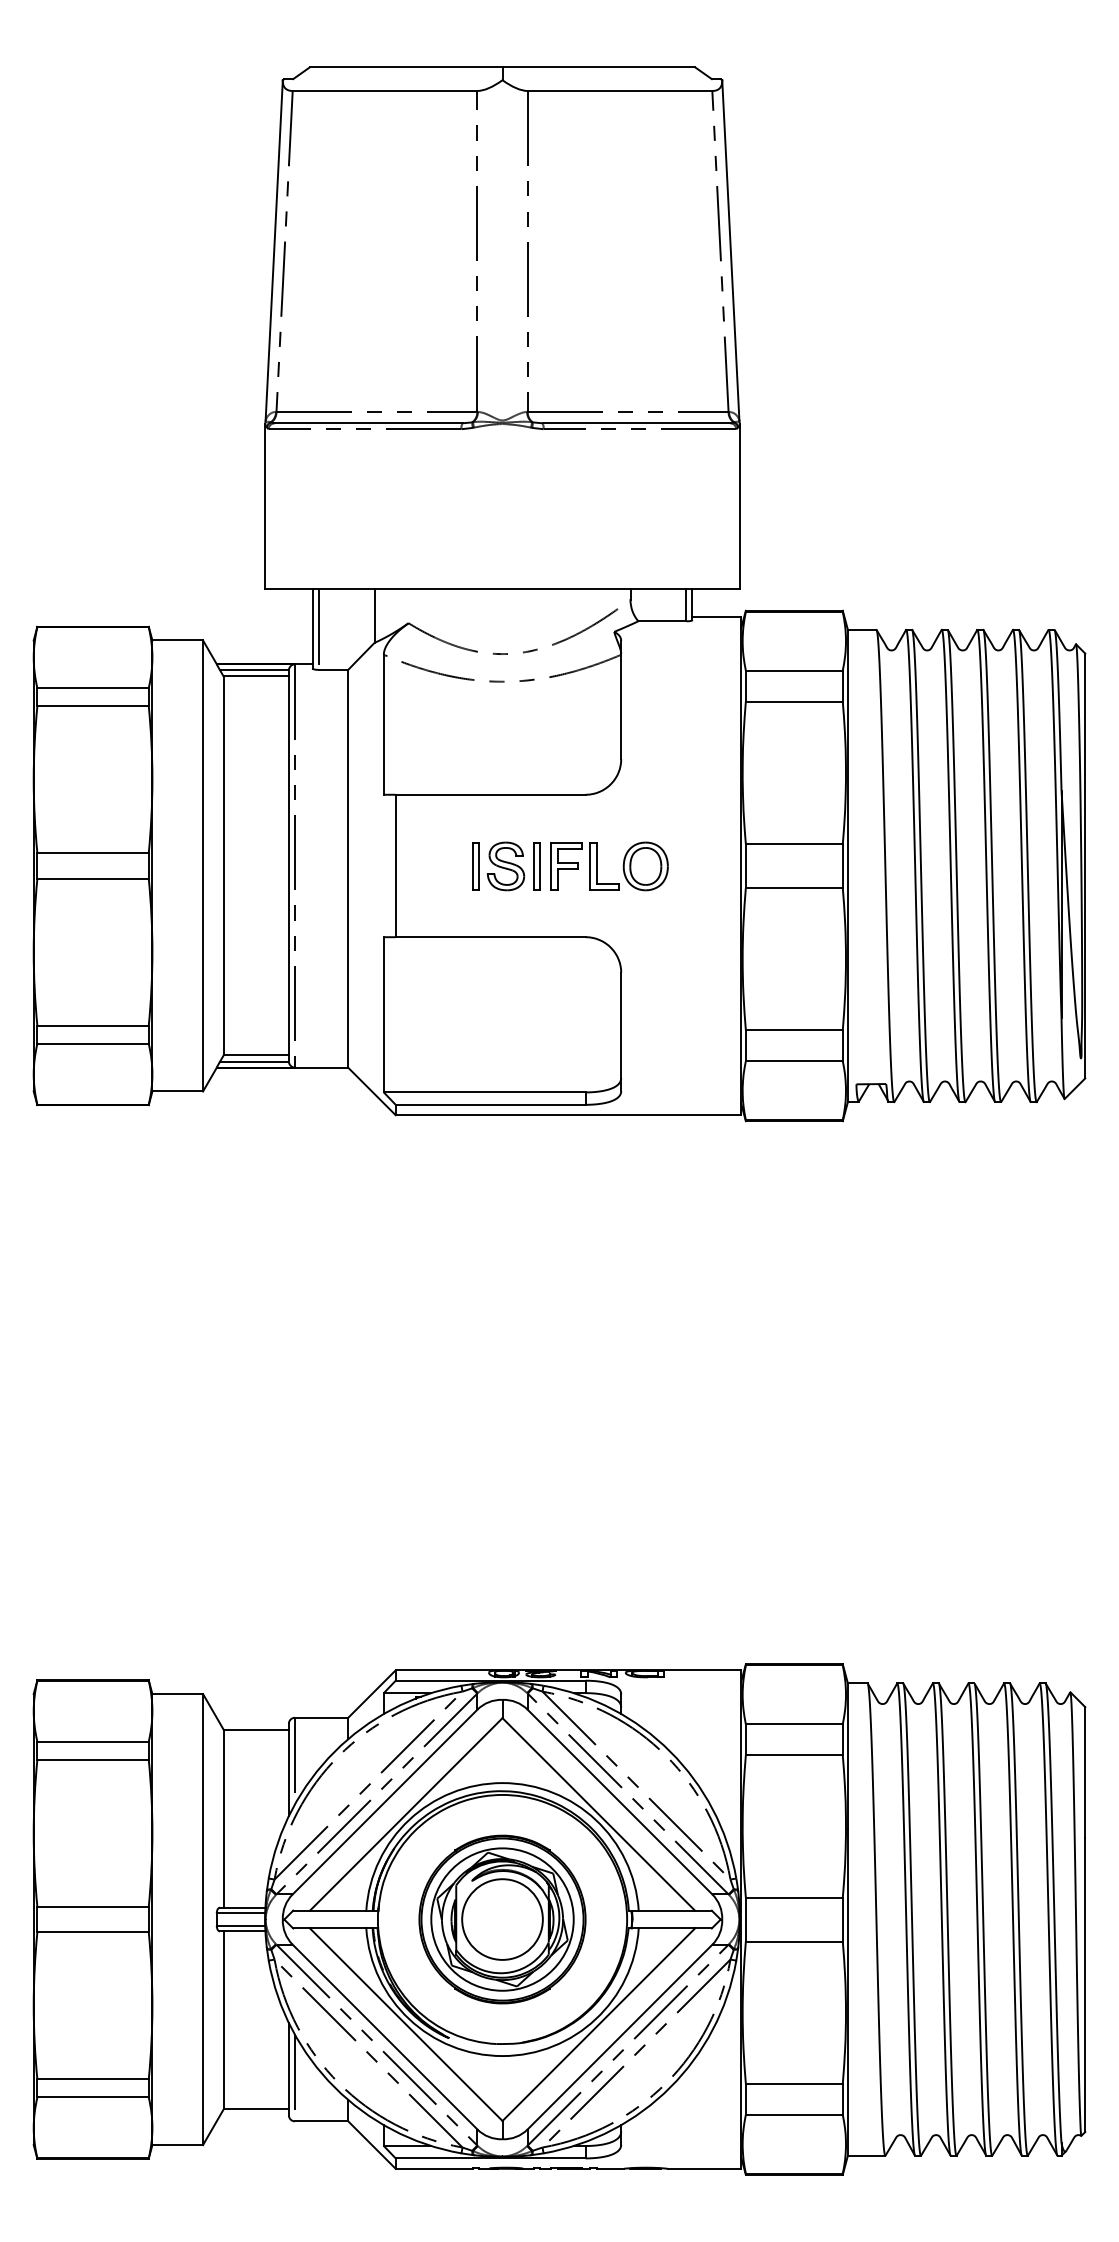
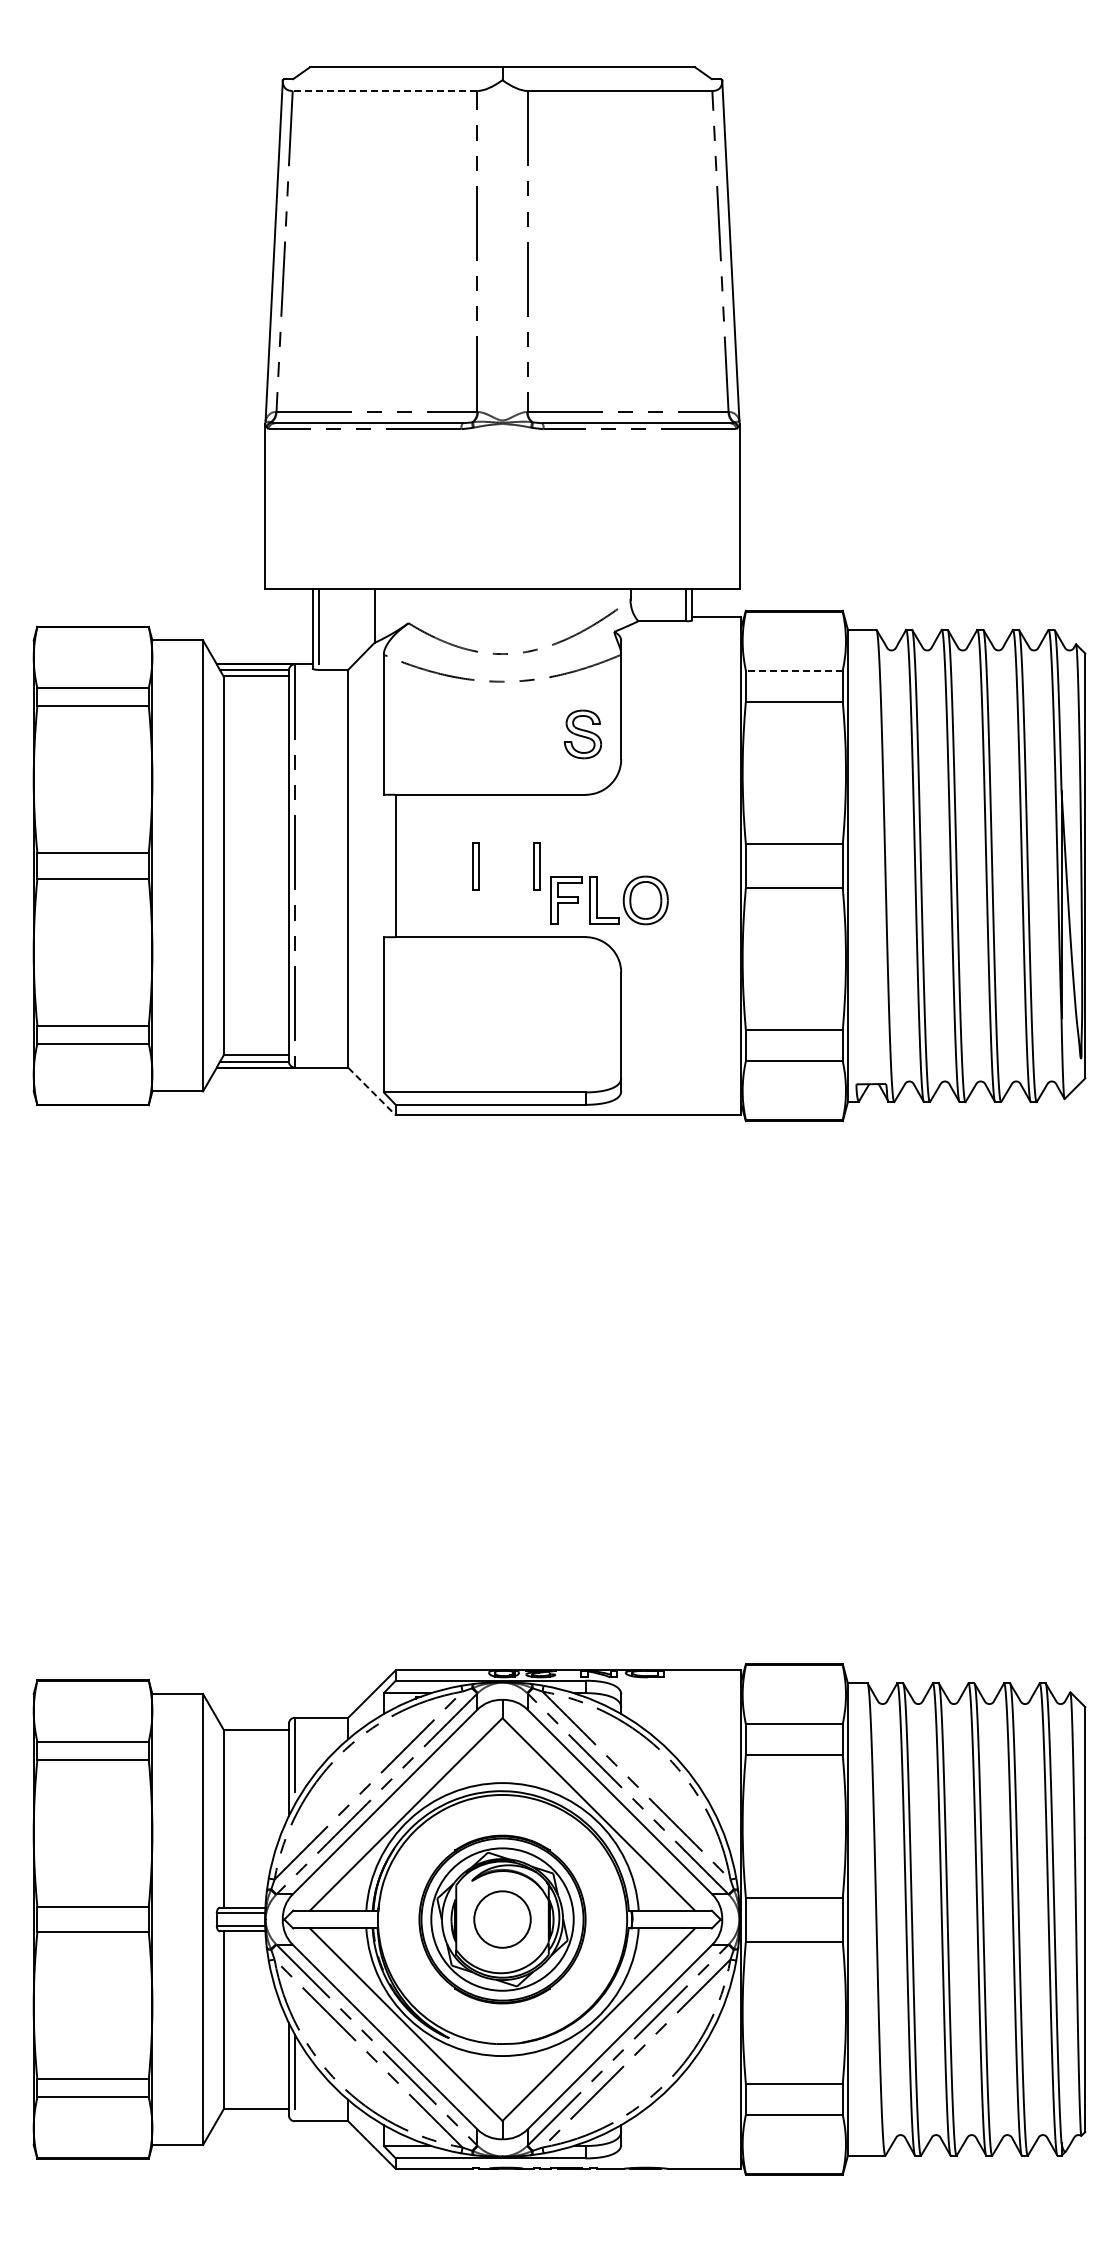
line at (384, 90): solid -> dashed
line at (793, 670): solid -> dashed
part at (506, 866) position: (506, 866) -> (583, 734)
part at (597, 866) position: (597, 866) -> (597, 900)
line at (371, 1091): solid -> dashed
circle at (502, 1919) diameter: 81 px -> 56 px
